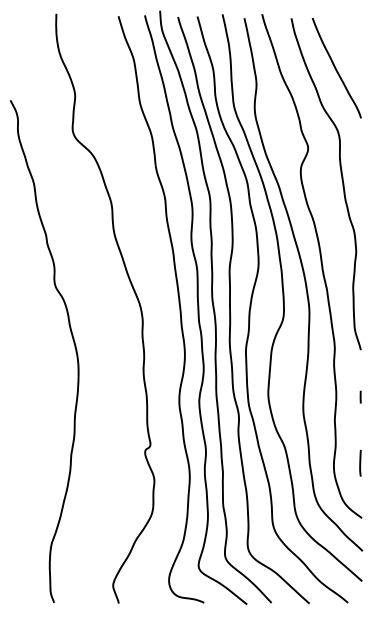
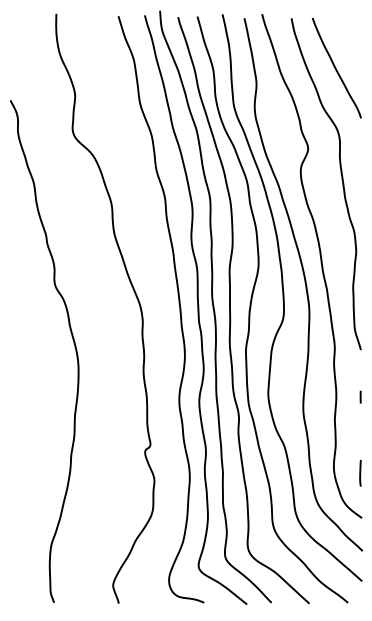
line at (360, 463) position: (360, 463) -> (360, 473)
